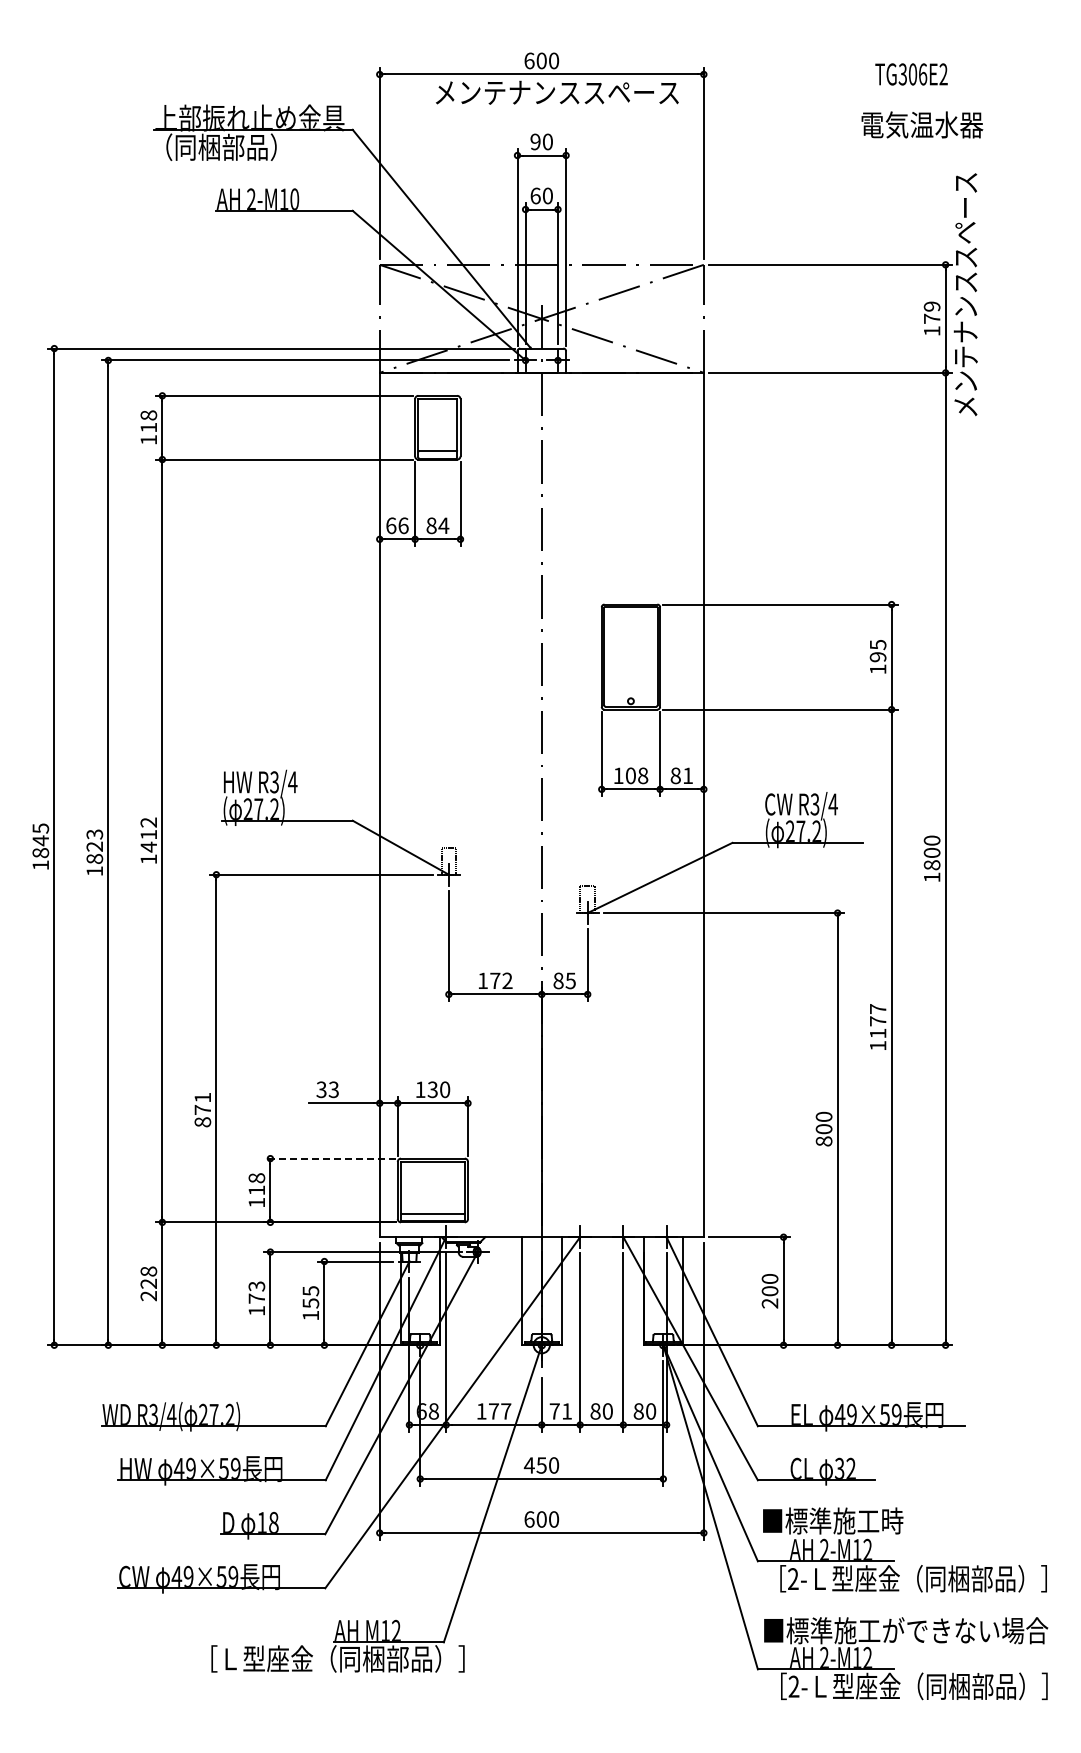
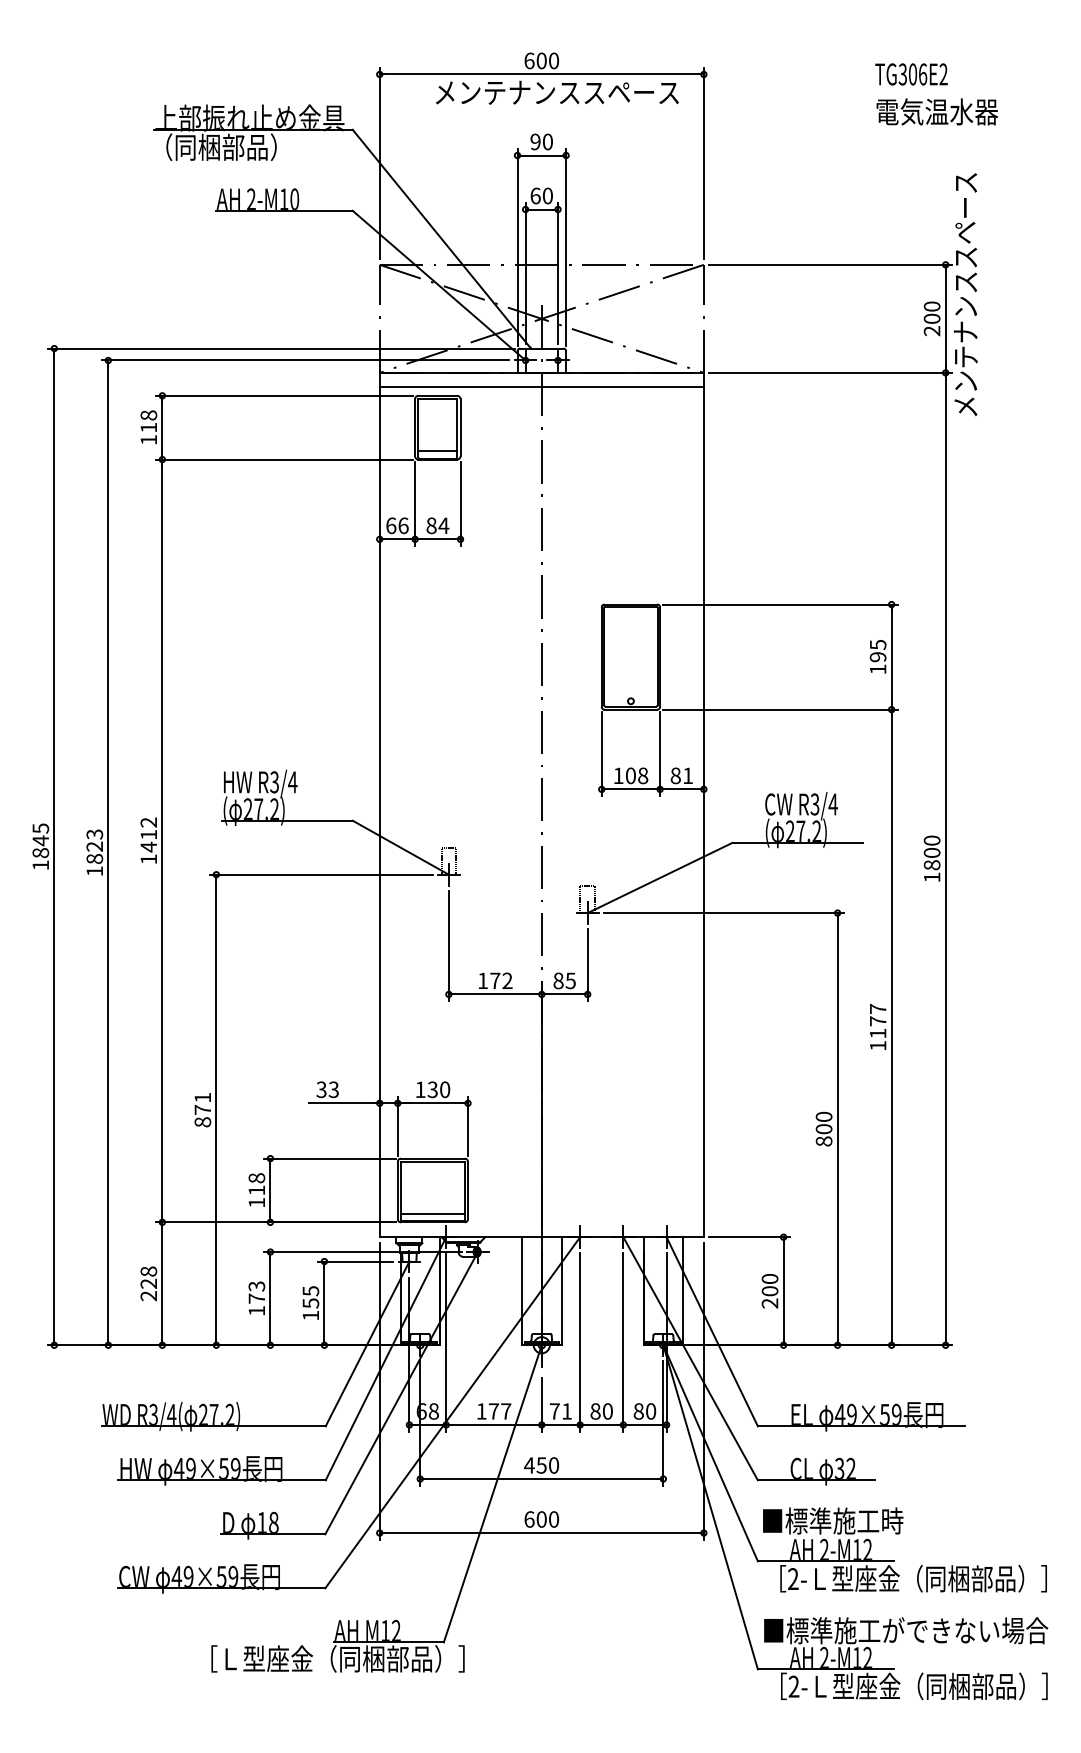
text at (922, 124) position: (922, 124) -> (937, 111)
text at (931, 318): 179 -> 200
line at (541, 386): none -> present
line at (329, 1158): dashed -> solid
